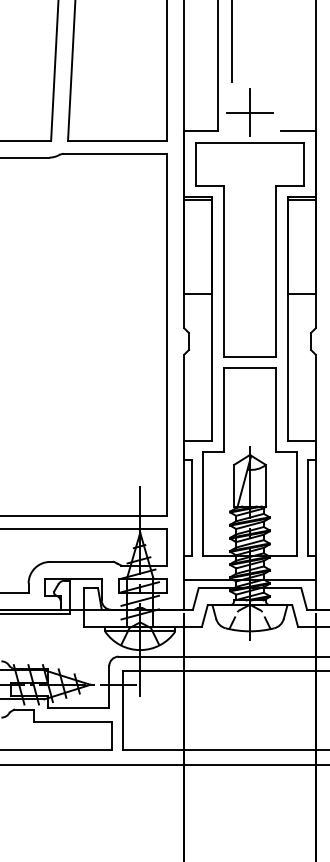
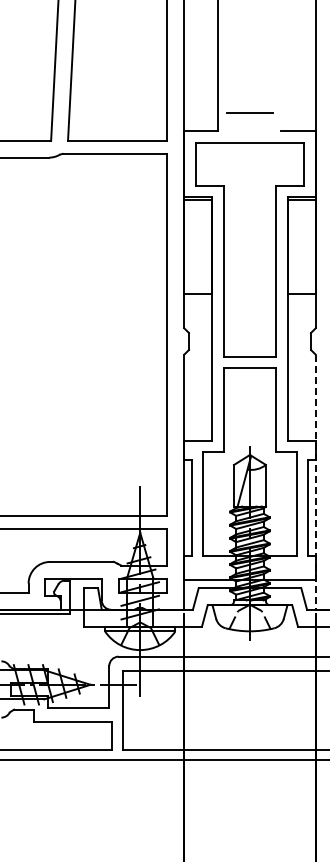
line at (232, 41): present -> none
line at (249, 112): present -> none
line at (315, 482): solid -> dashed
line at (164, 764) position: (164, 764) -> (164, 759)
